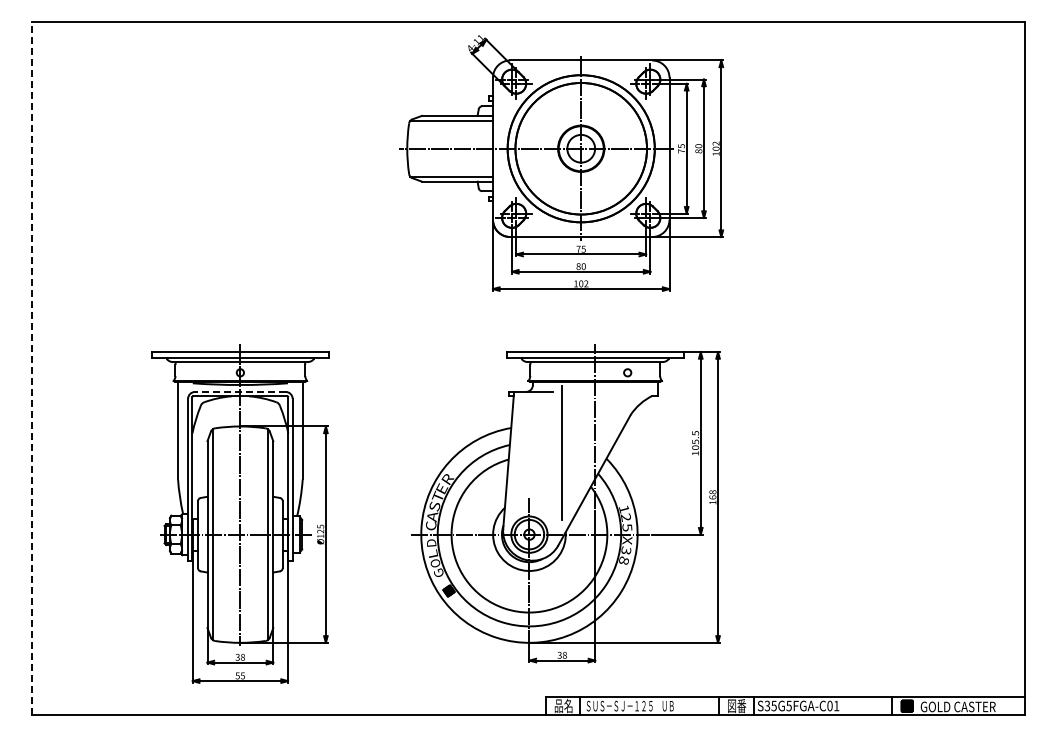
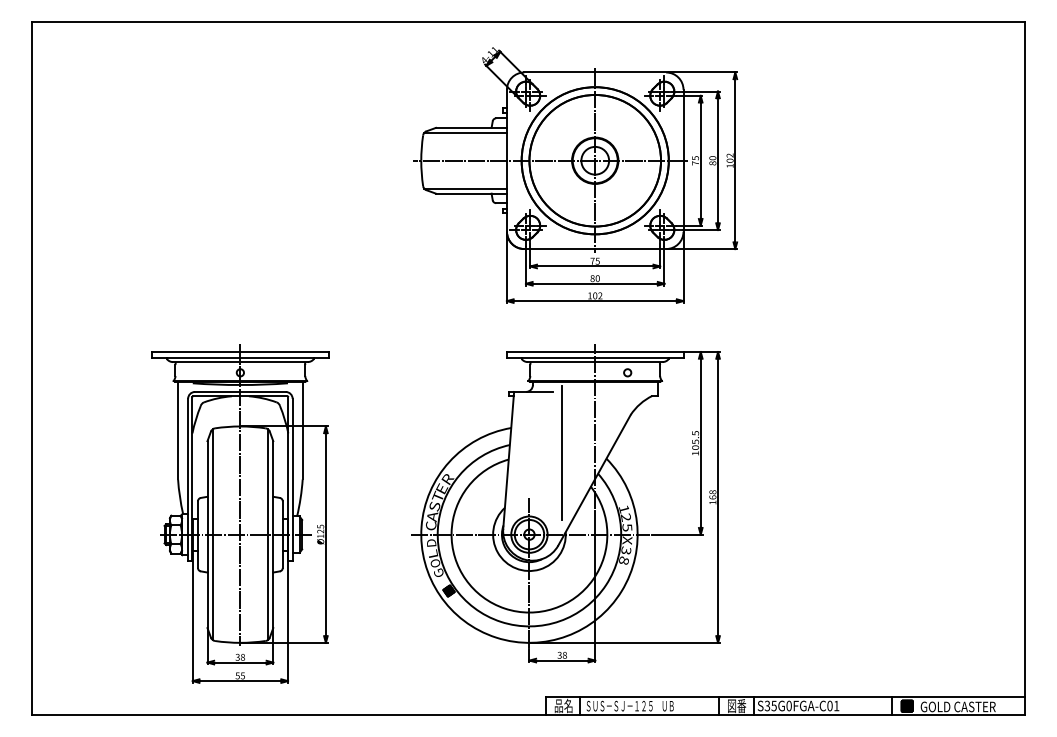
part at (561, 163) position: (561, 163) -> (575, 175)
line at (31, 368): dashed -> solid
line at (239, 391): dashed -> solid
text at (788, 705): S35G5FGA-C01 -> S35G0FGA-C01
